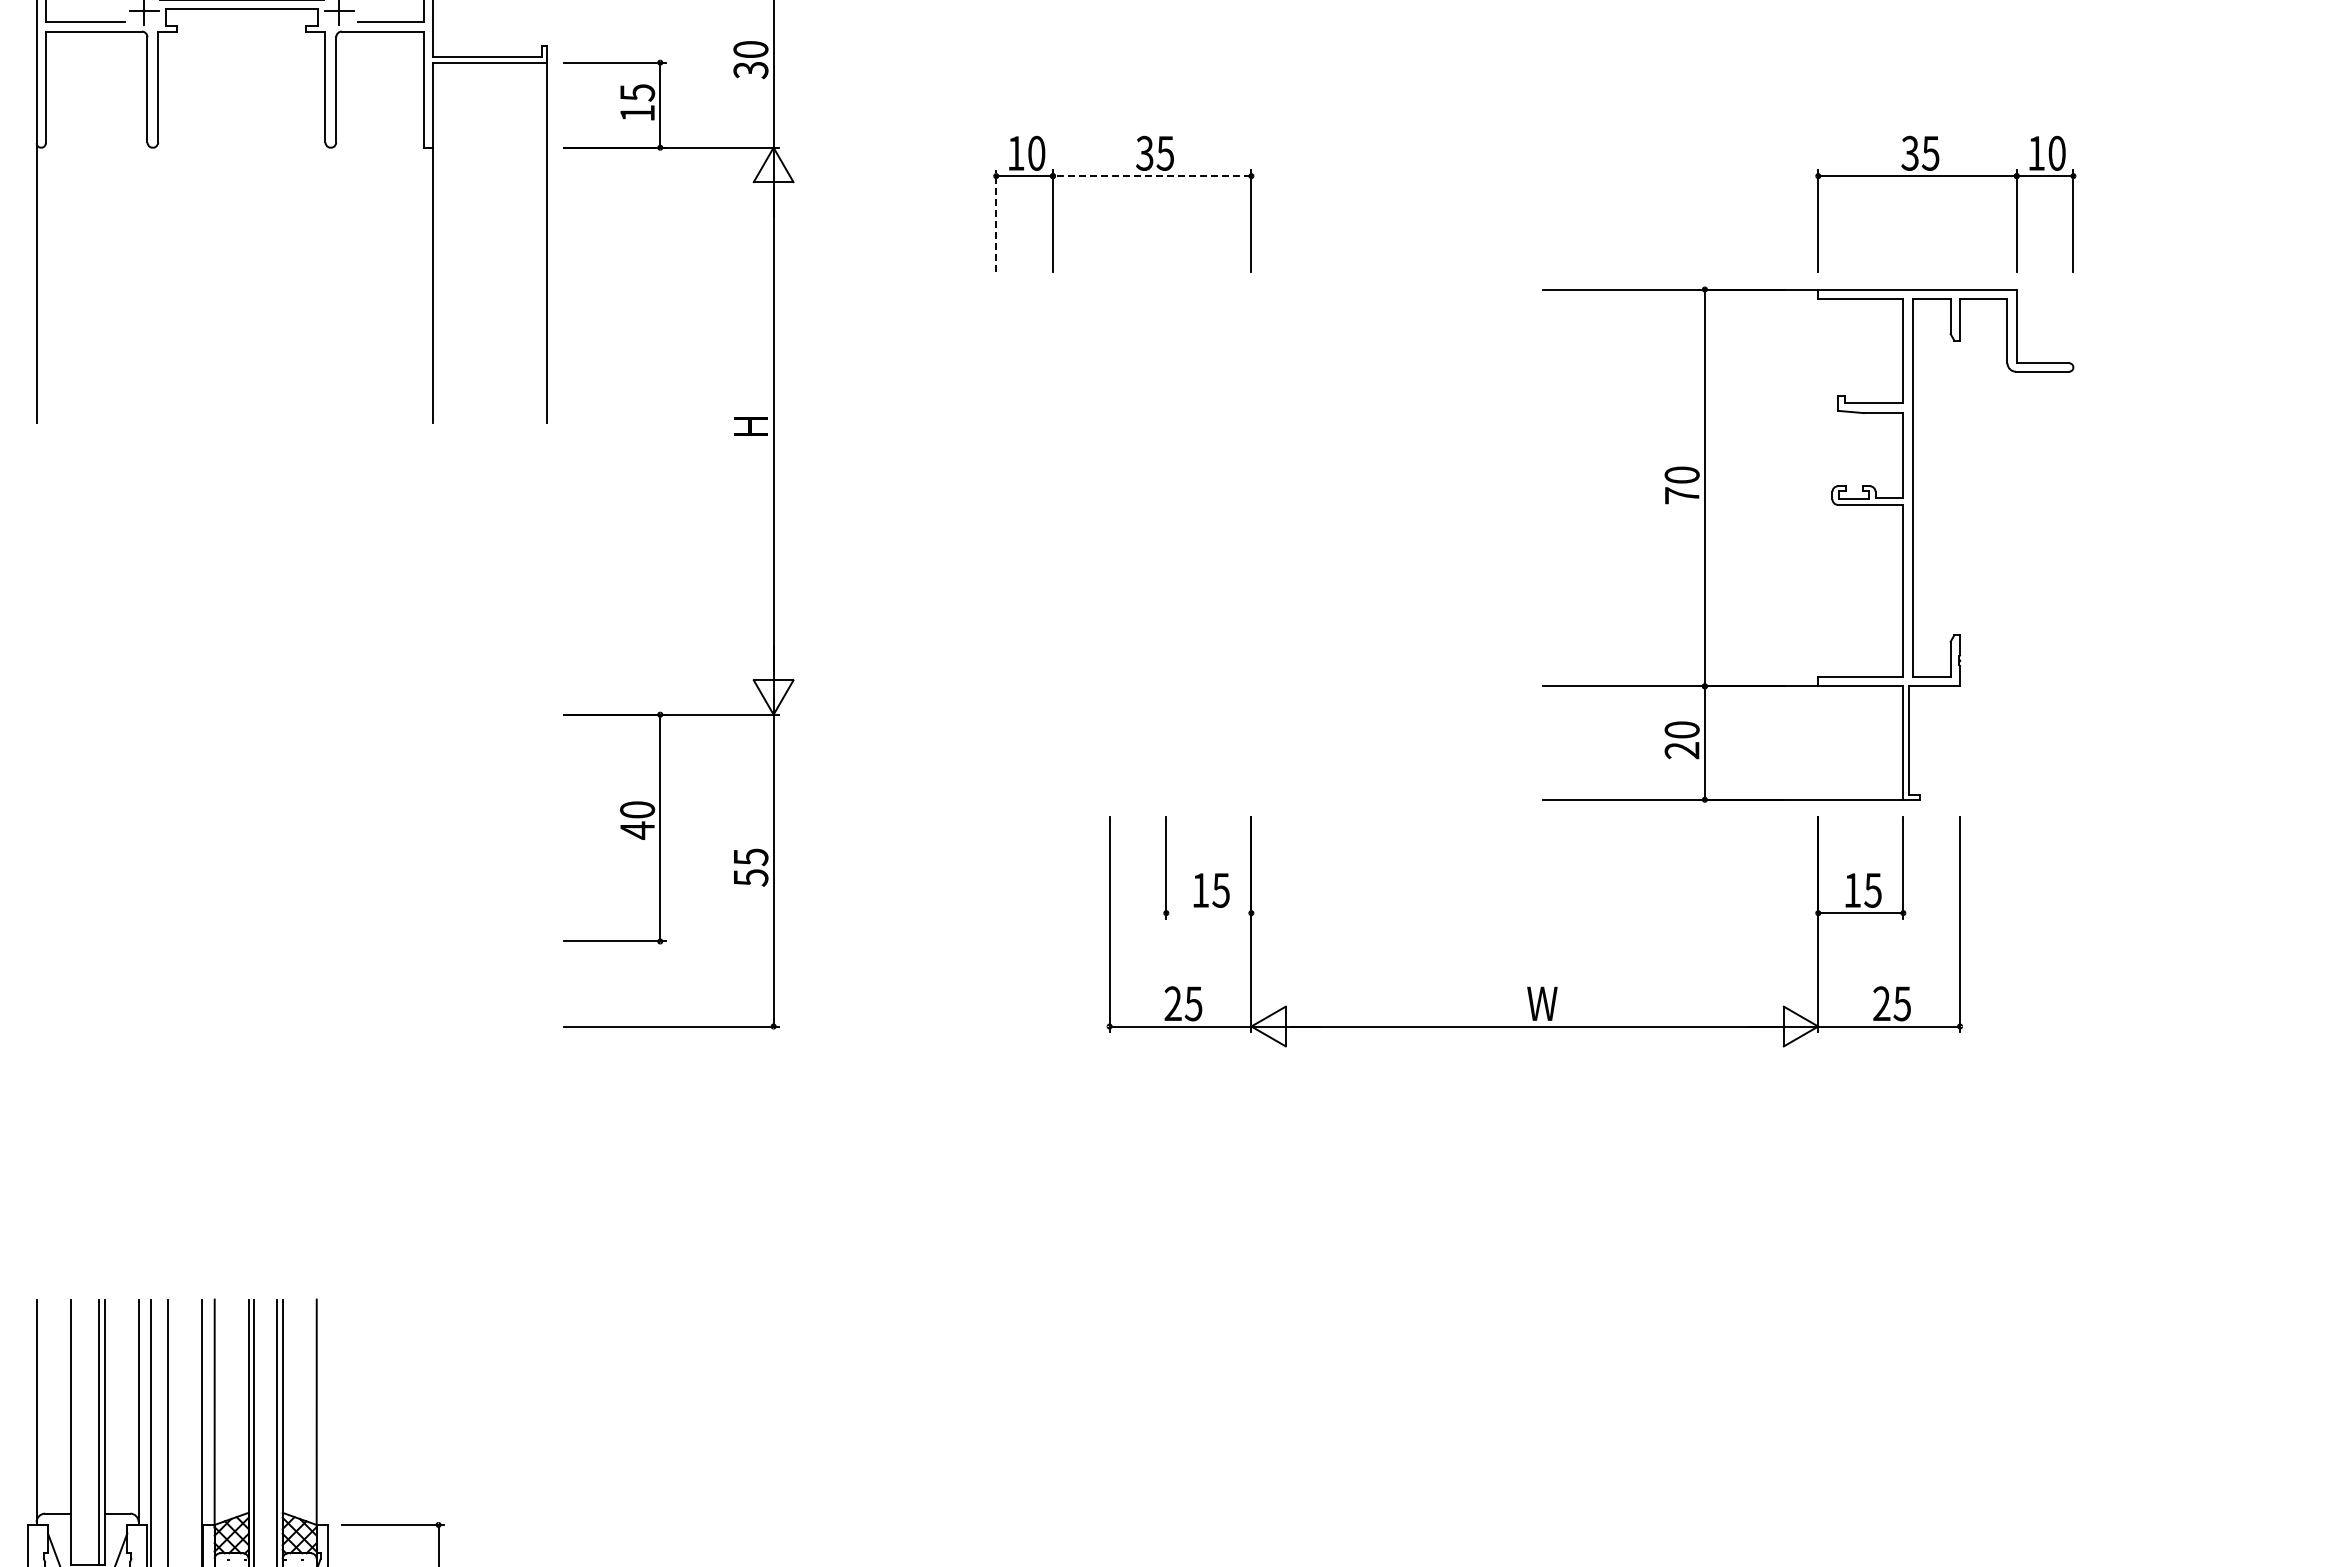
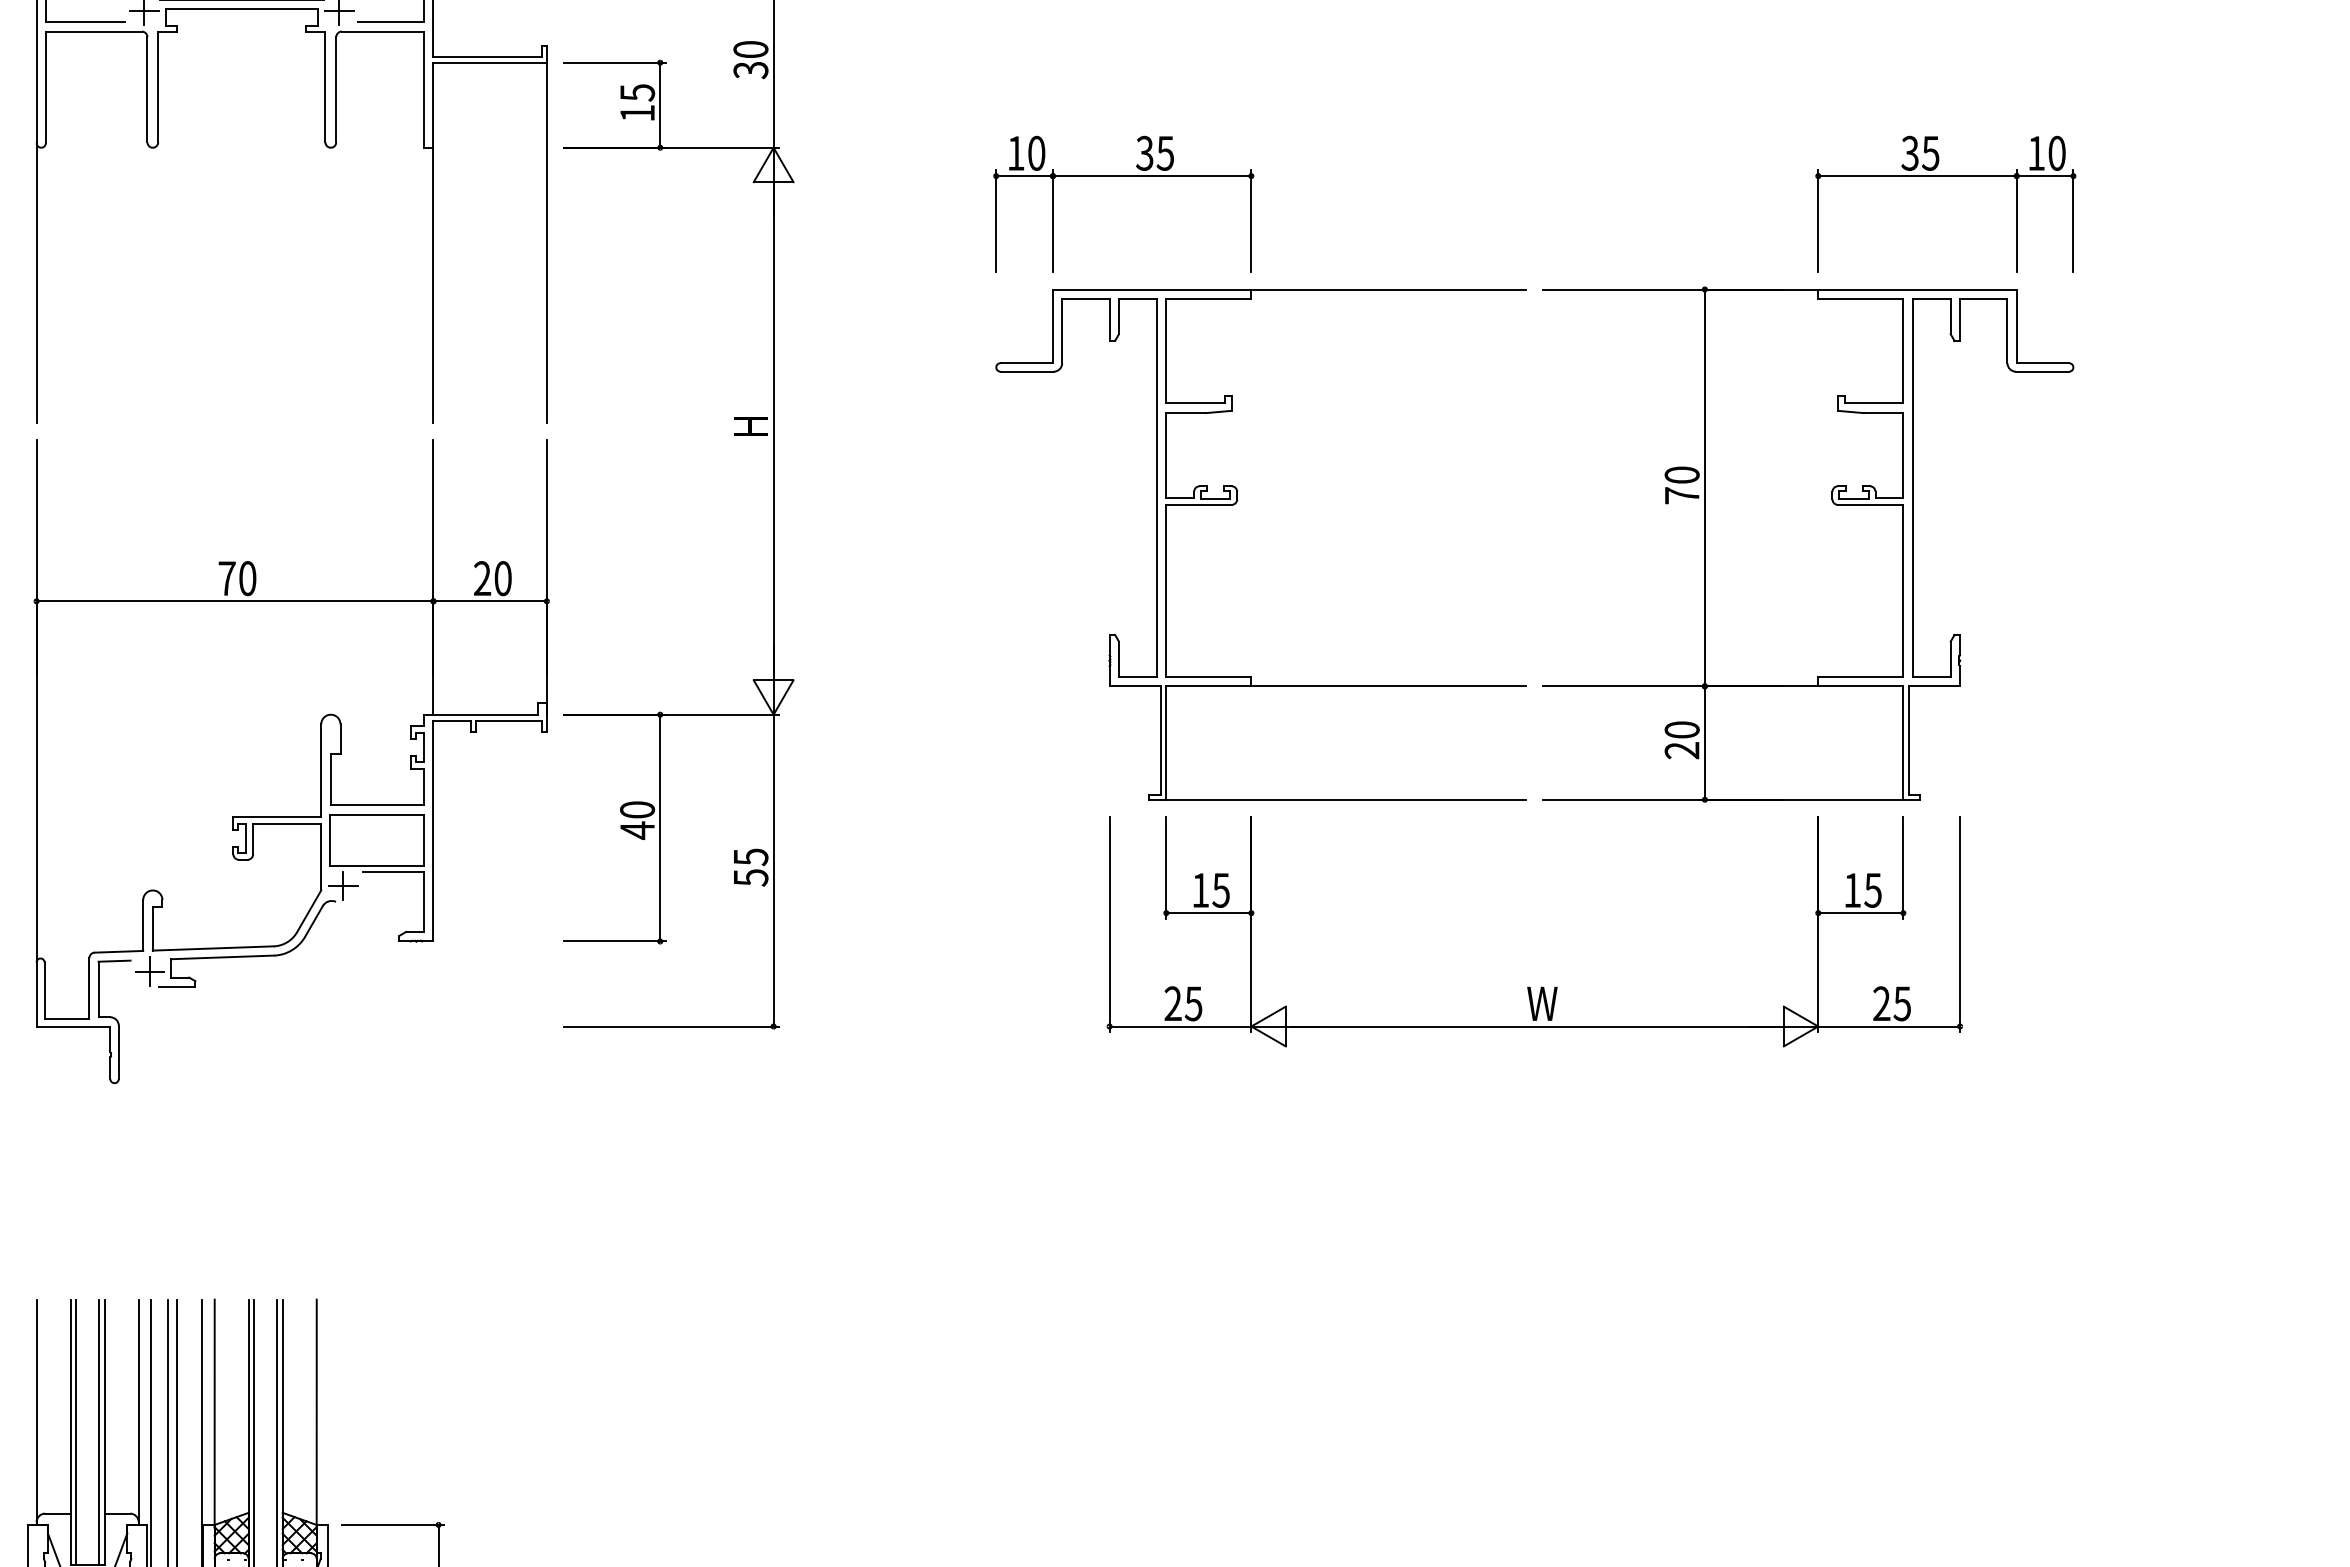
line at (1151, 176): dashed -> solid
line at (996, 220): dashed -> solid
part at (1234, 505): none -> present
part at (291, 761): none -> present
line at (1208, 913): none -> present
line at (76, 1431): none -> present
line at (176, 1431): none -> present
